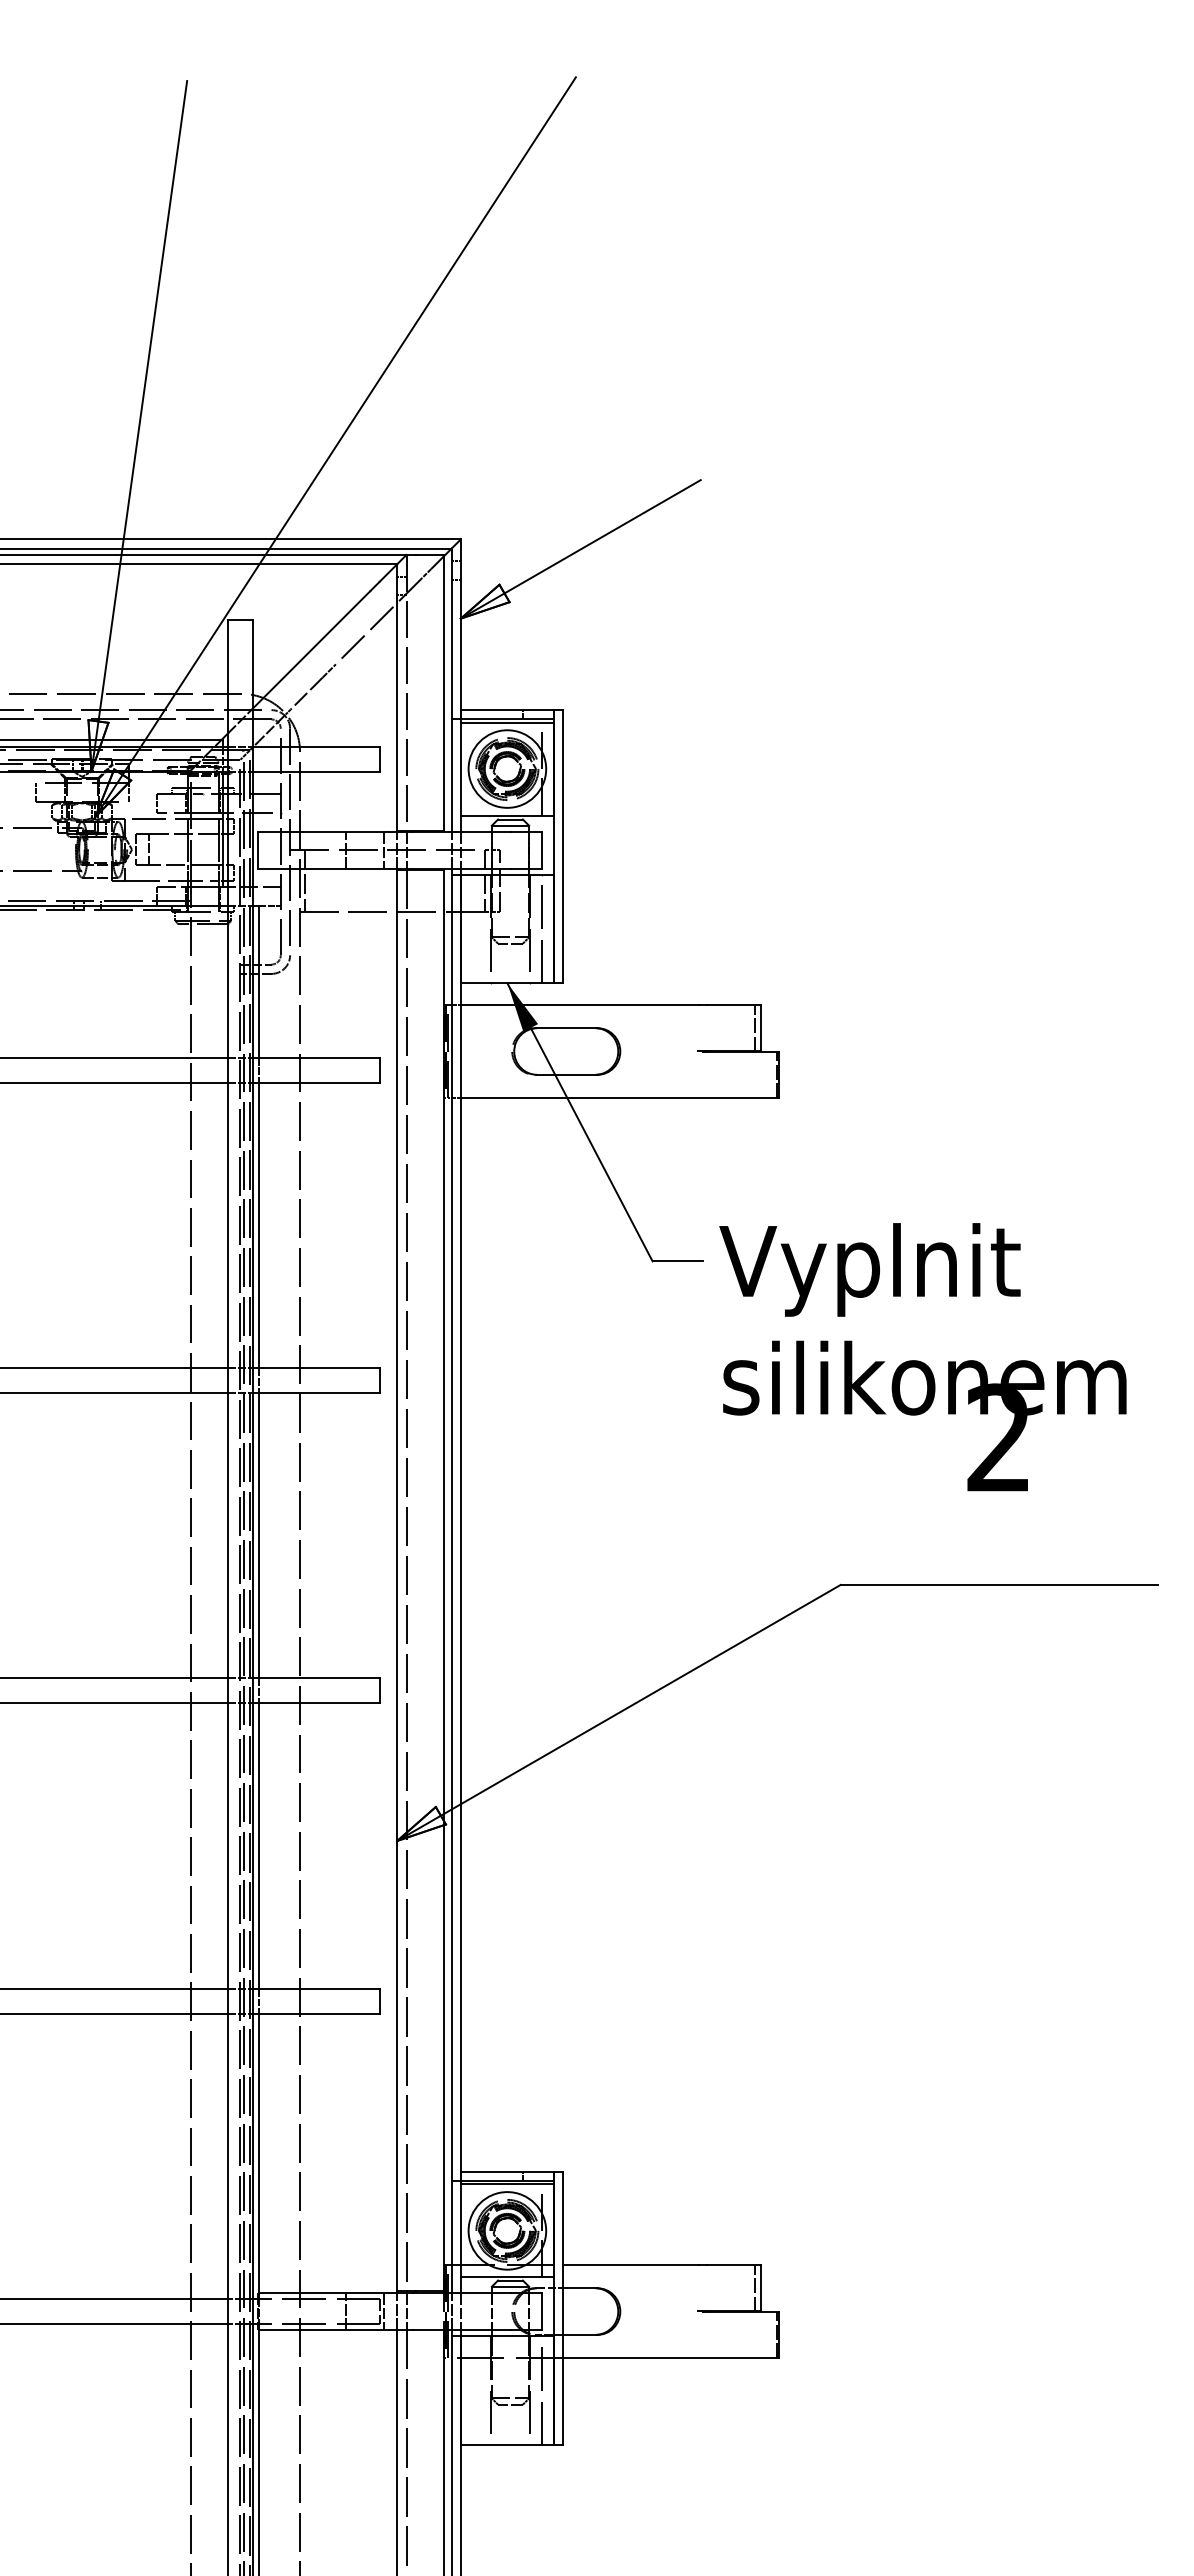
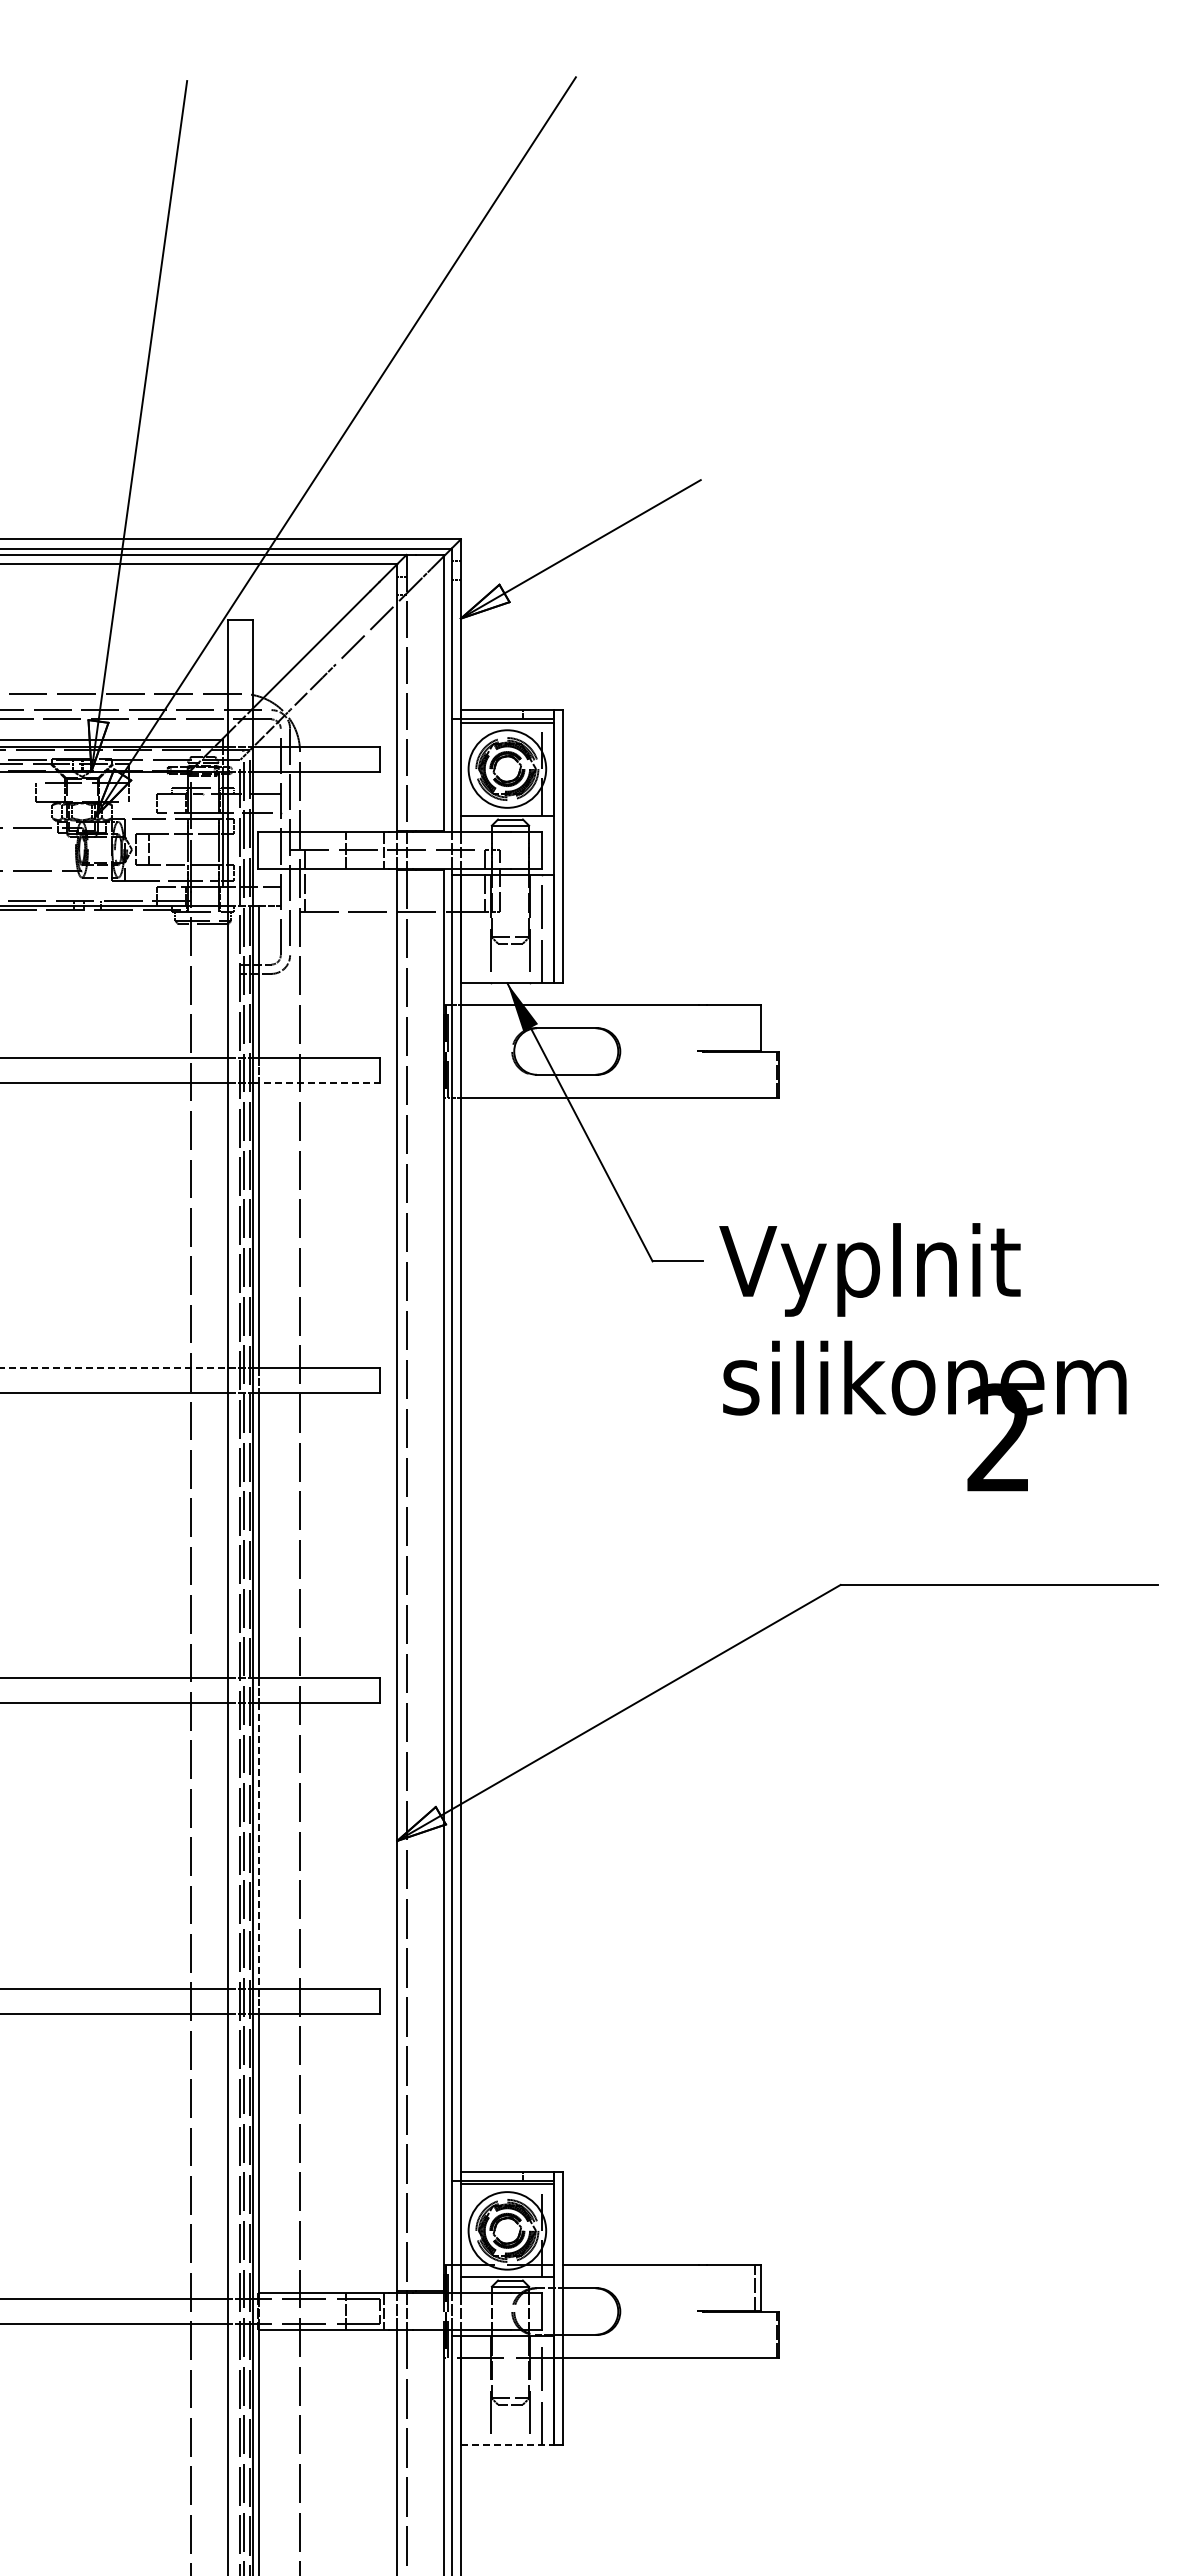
line at (754, 1027): present -> none
line at (316, 1082): solid -> dashed
line at (114, 1368): solid -> dashed
line at (259, 1846): solid -> dashed
line at (507, 2445): solid -> dashed
